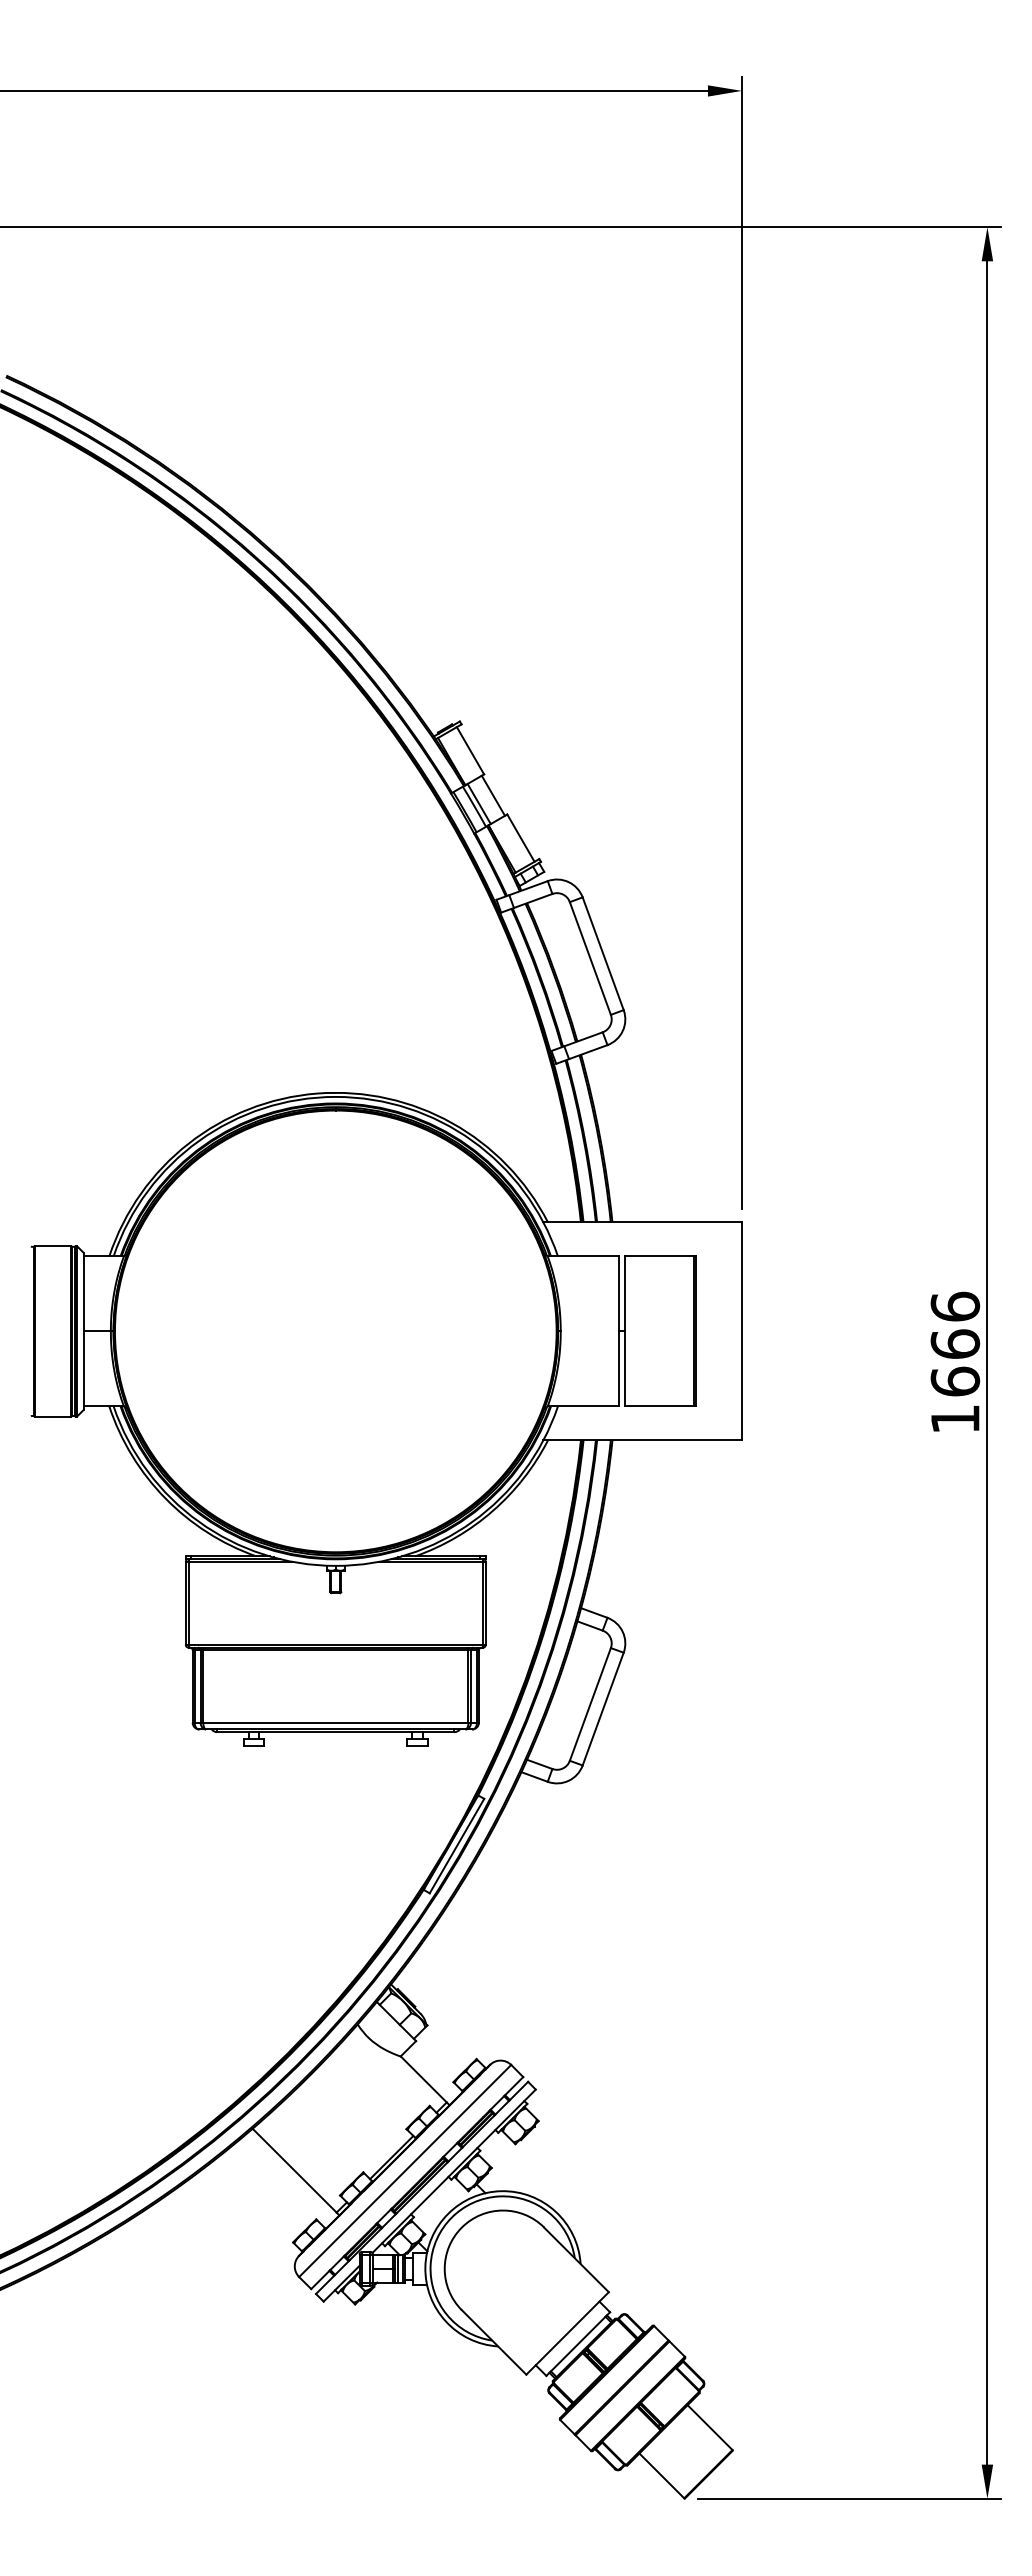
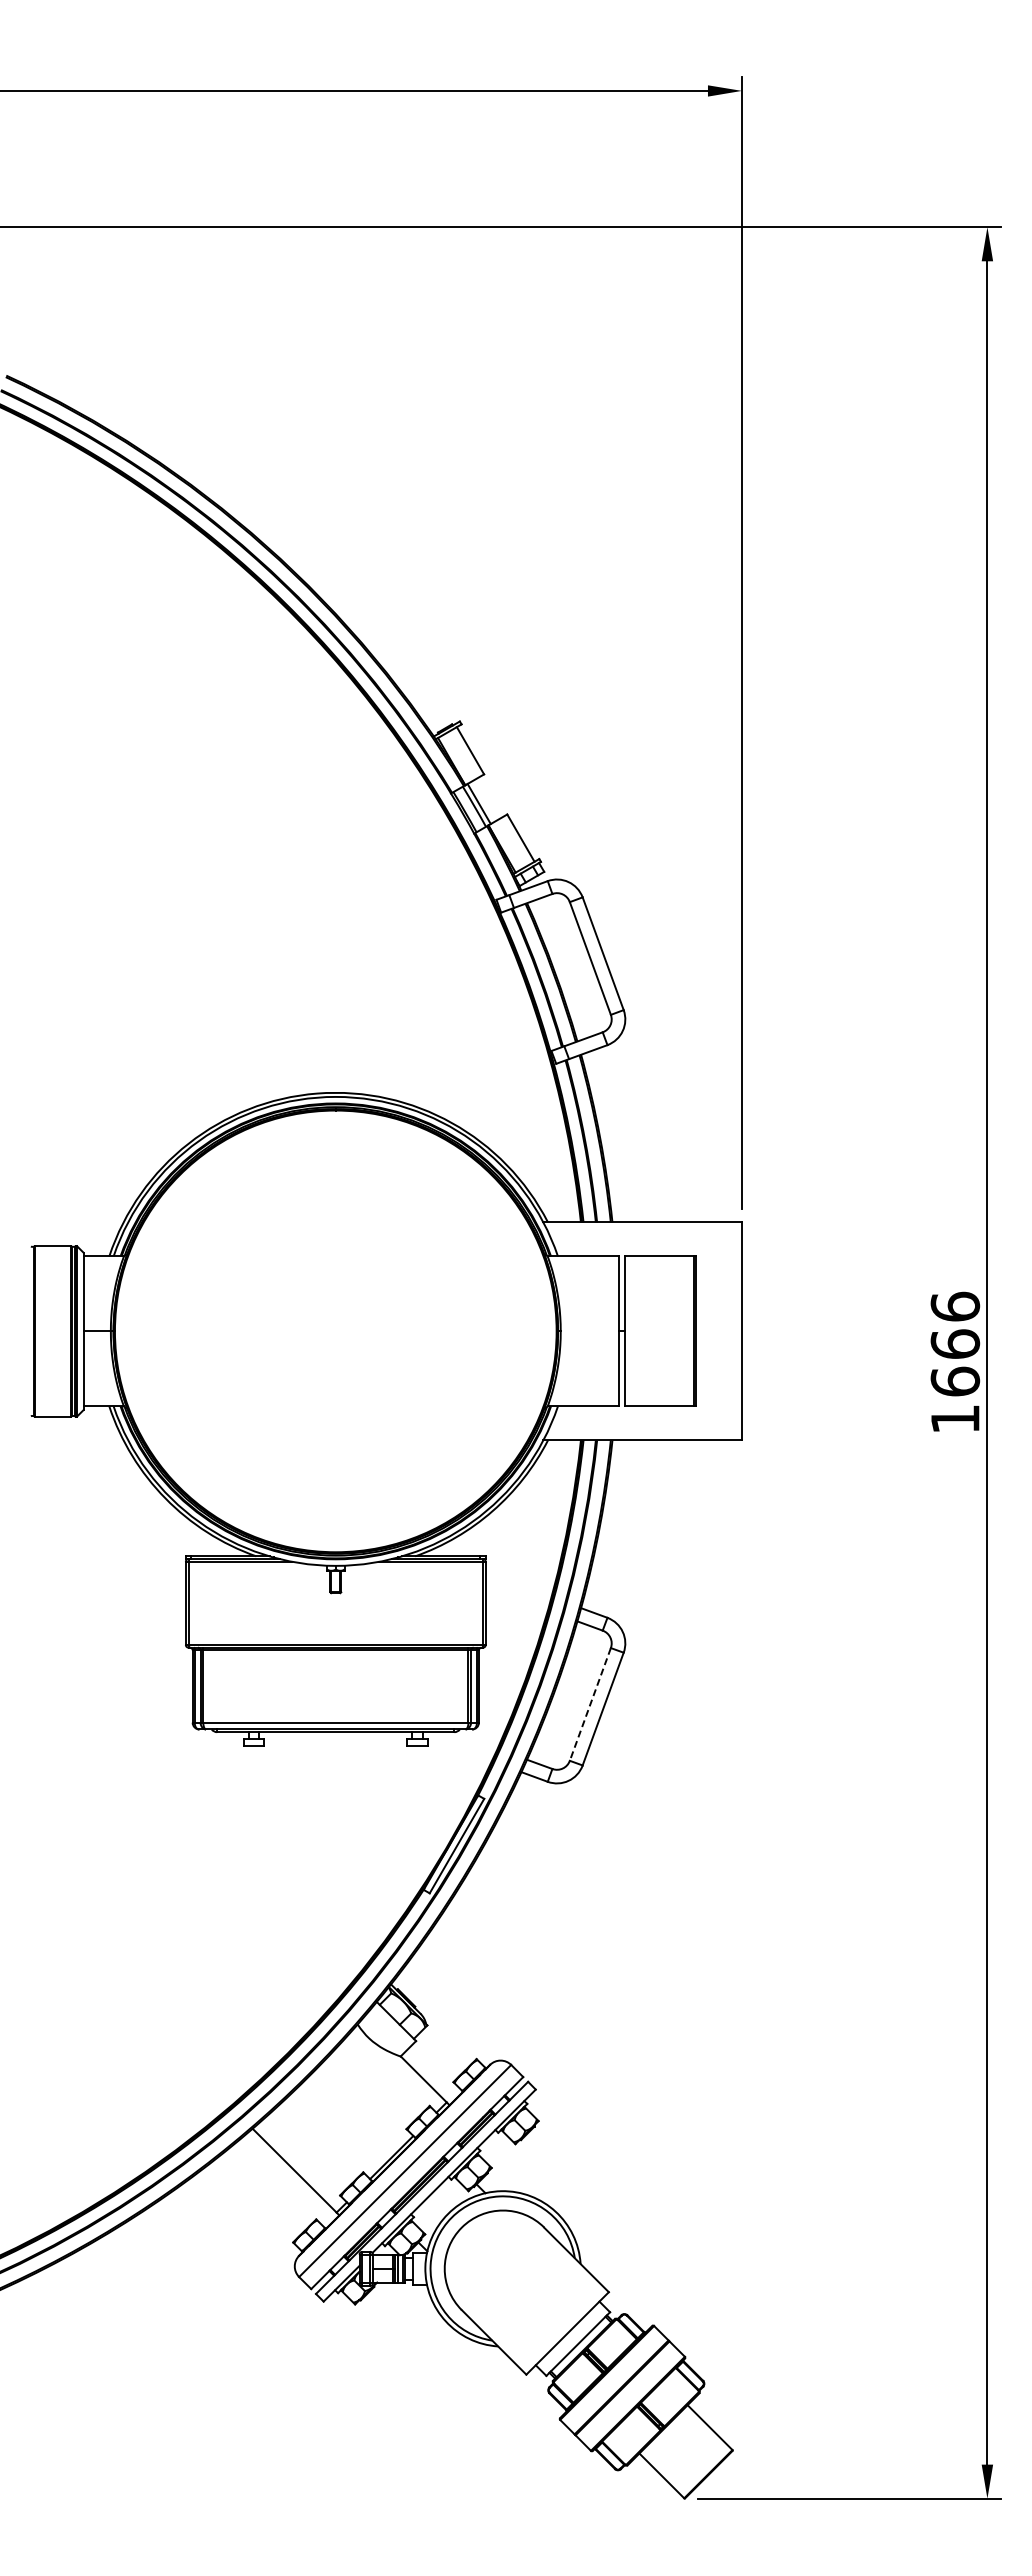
line at (492, 795): present -> none
line at (590, 1704): solid -> dashed
